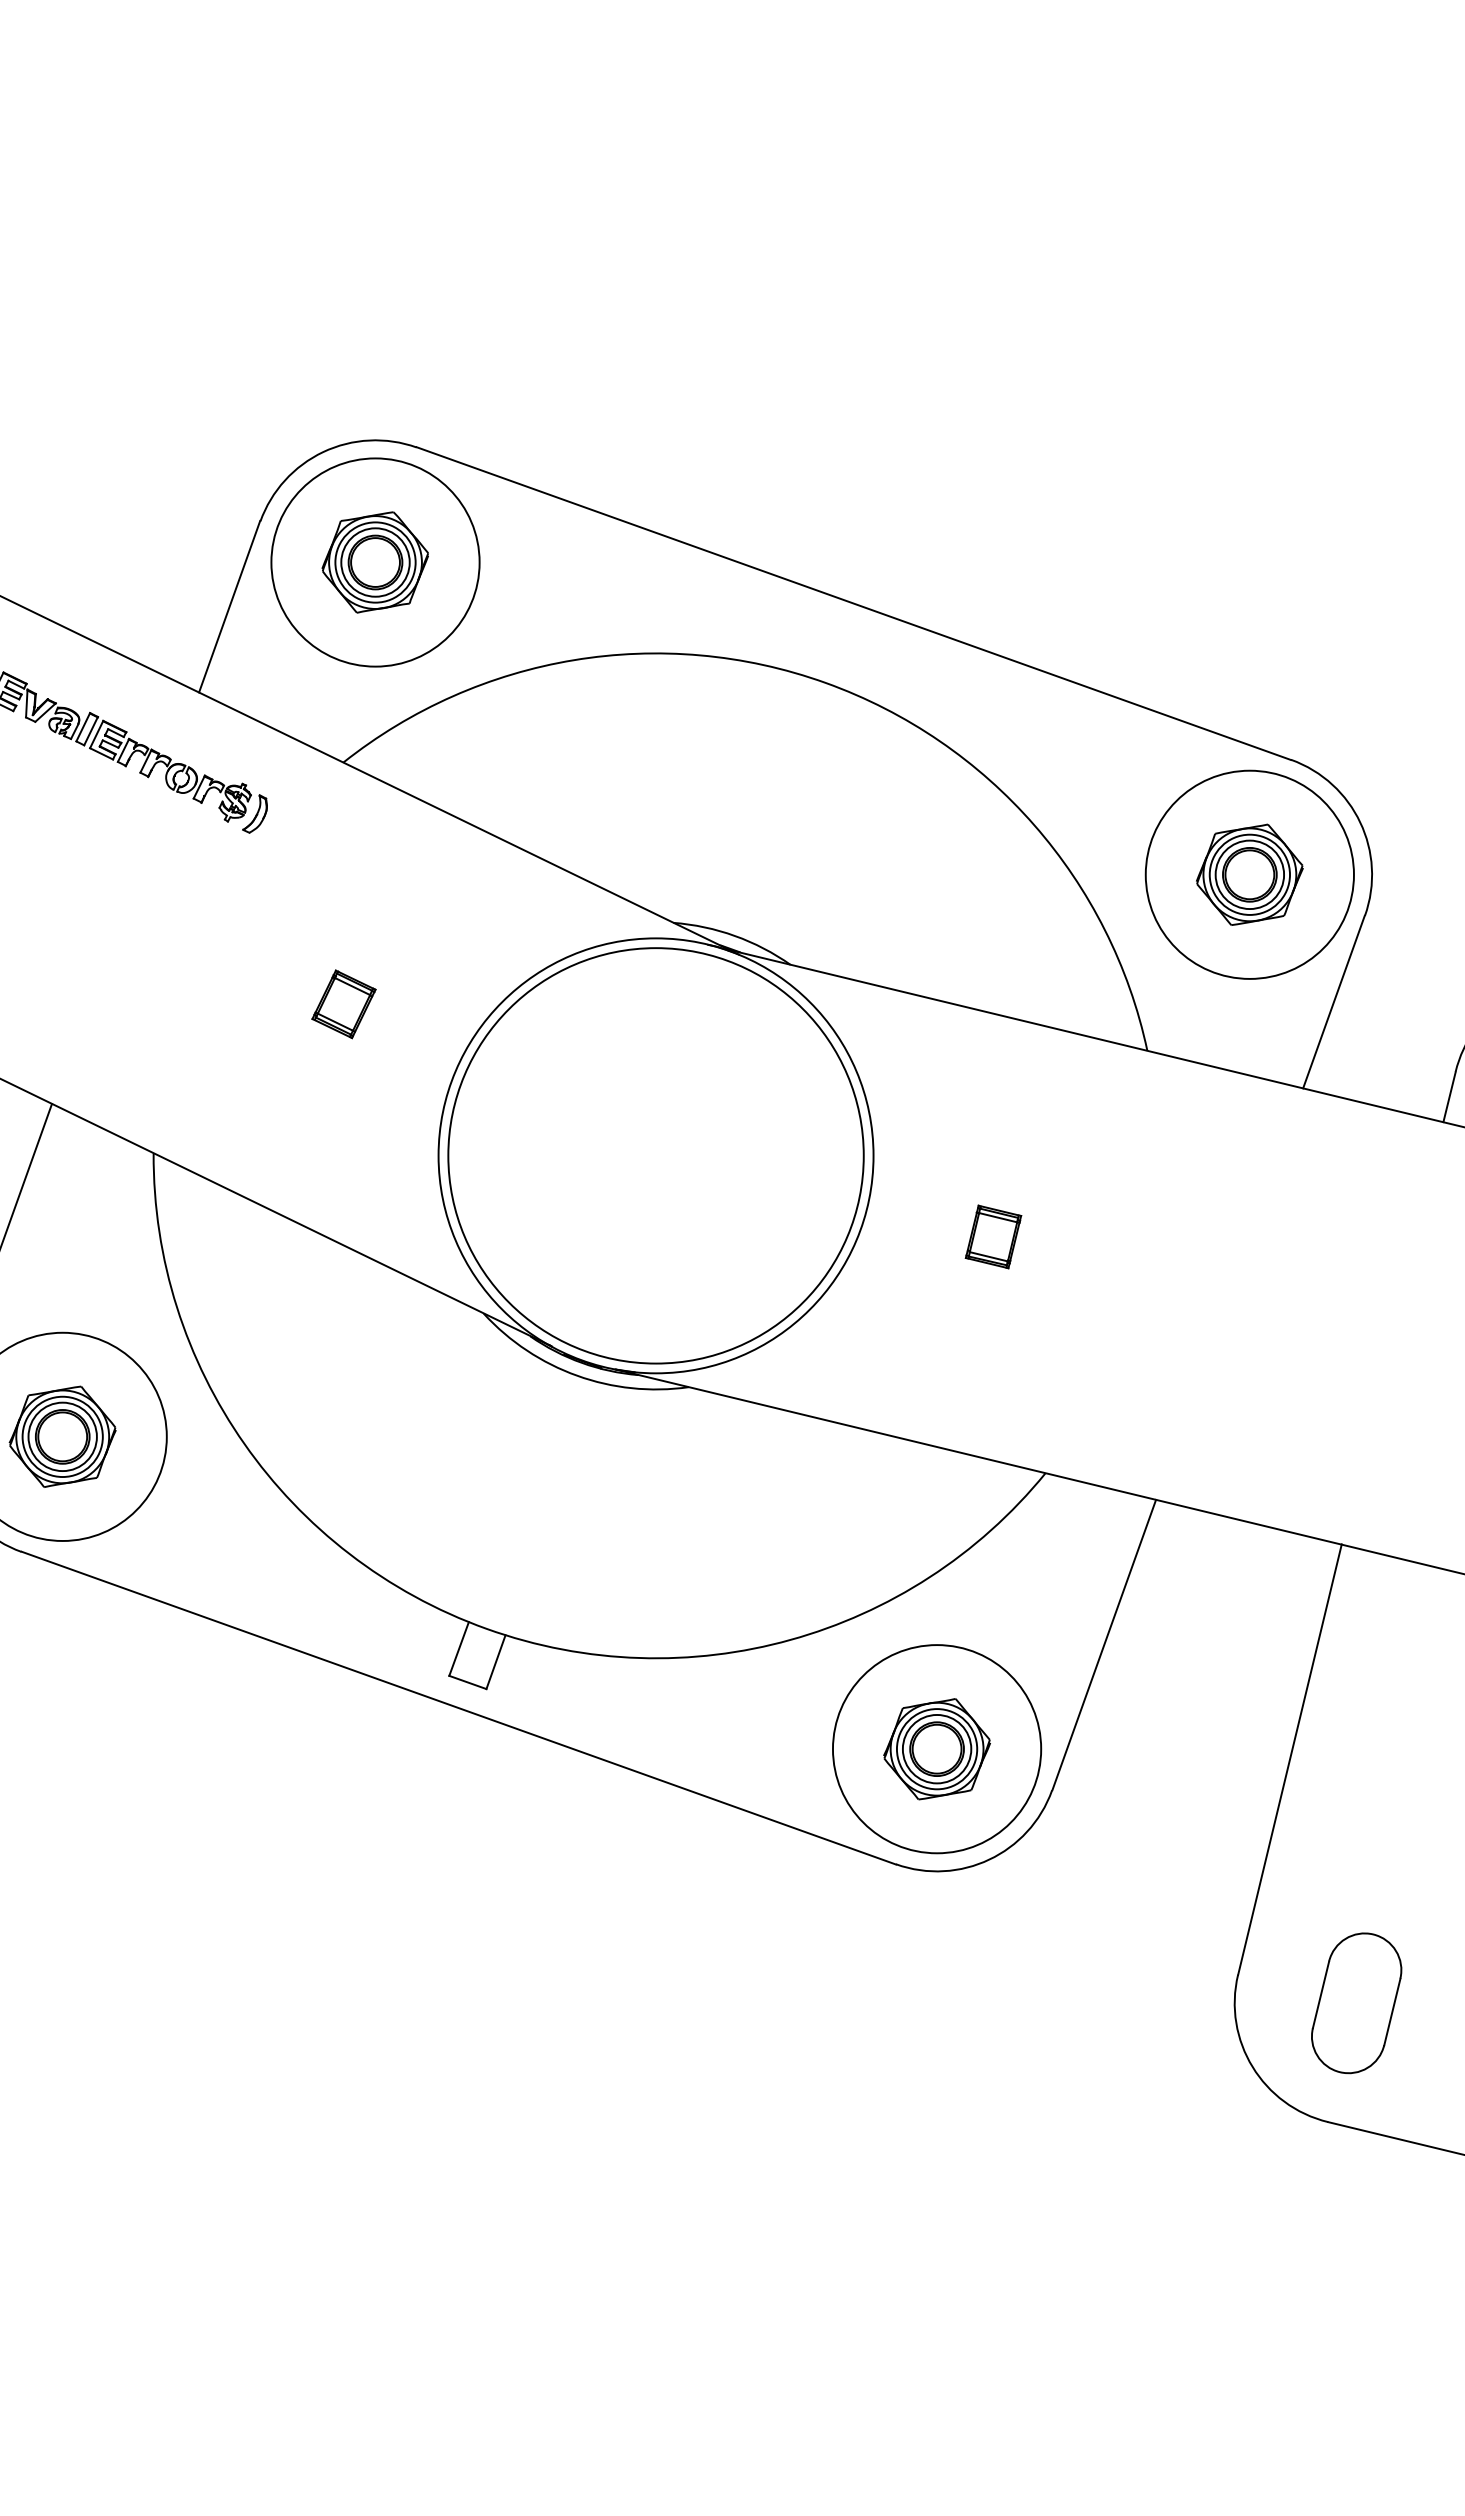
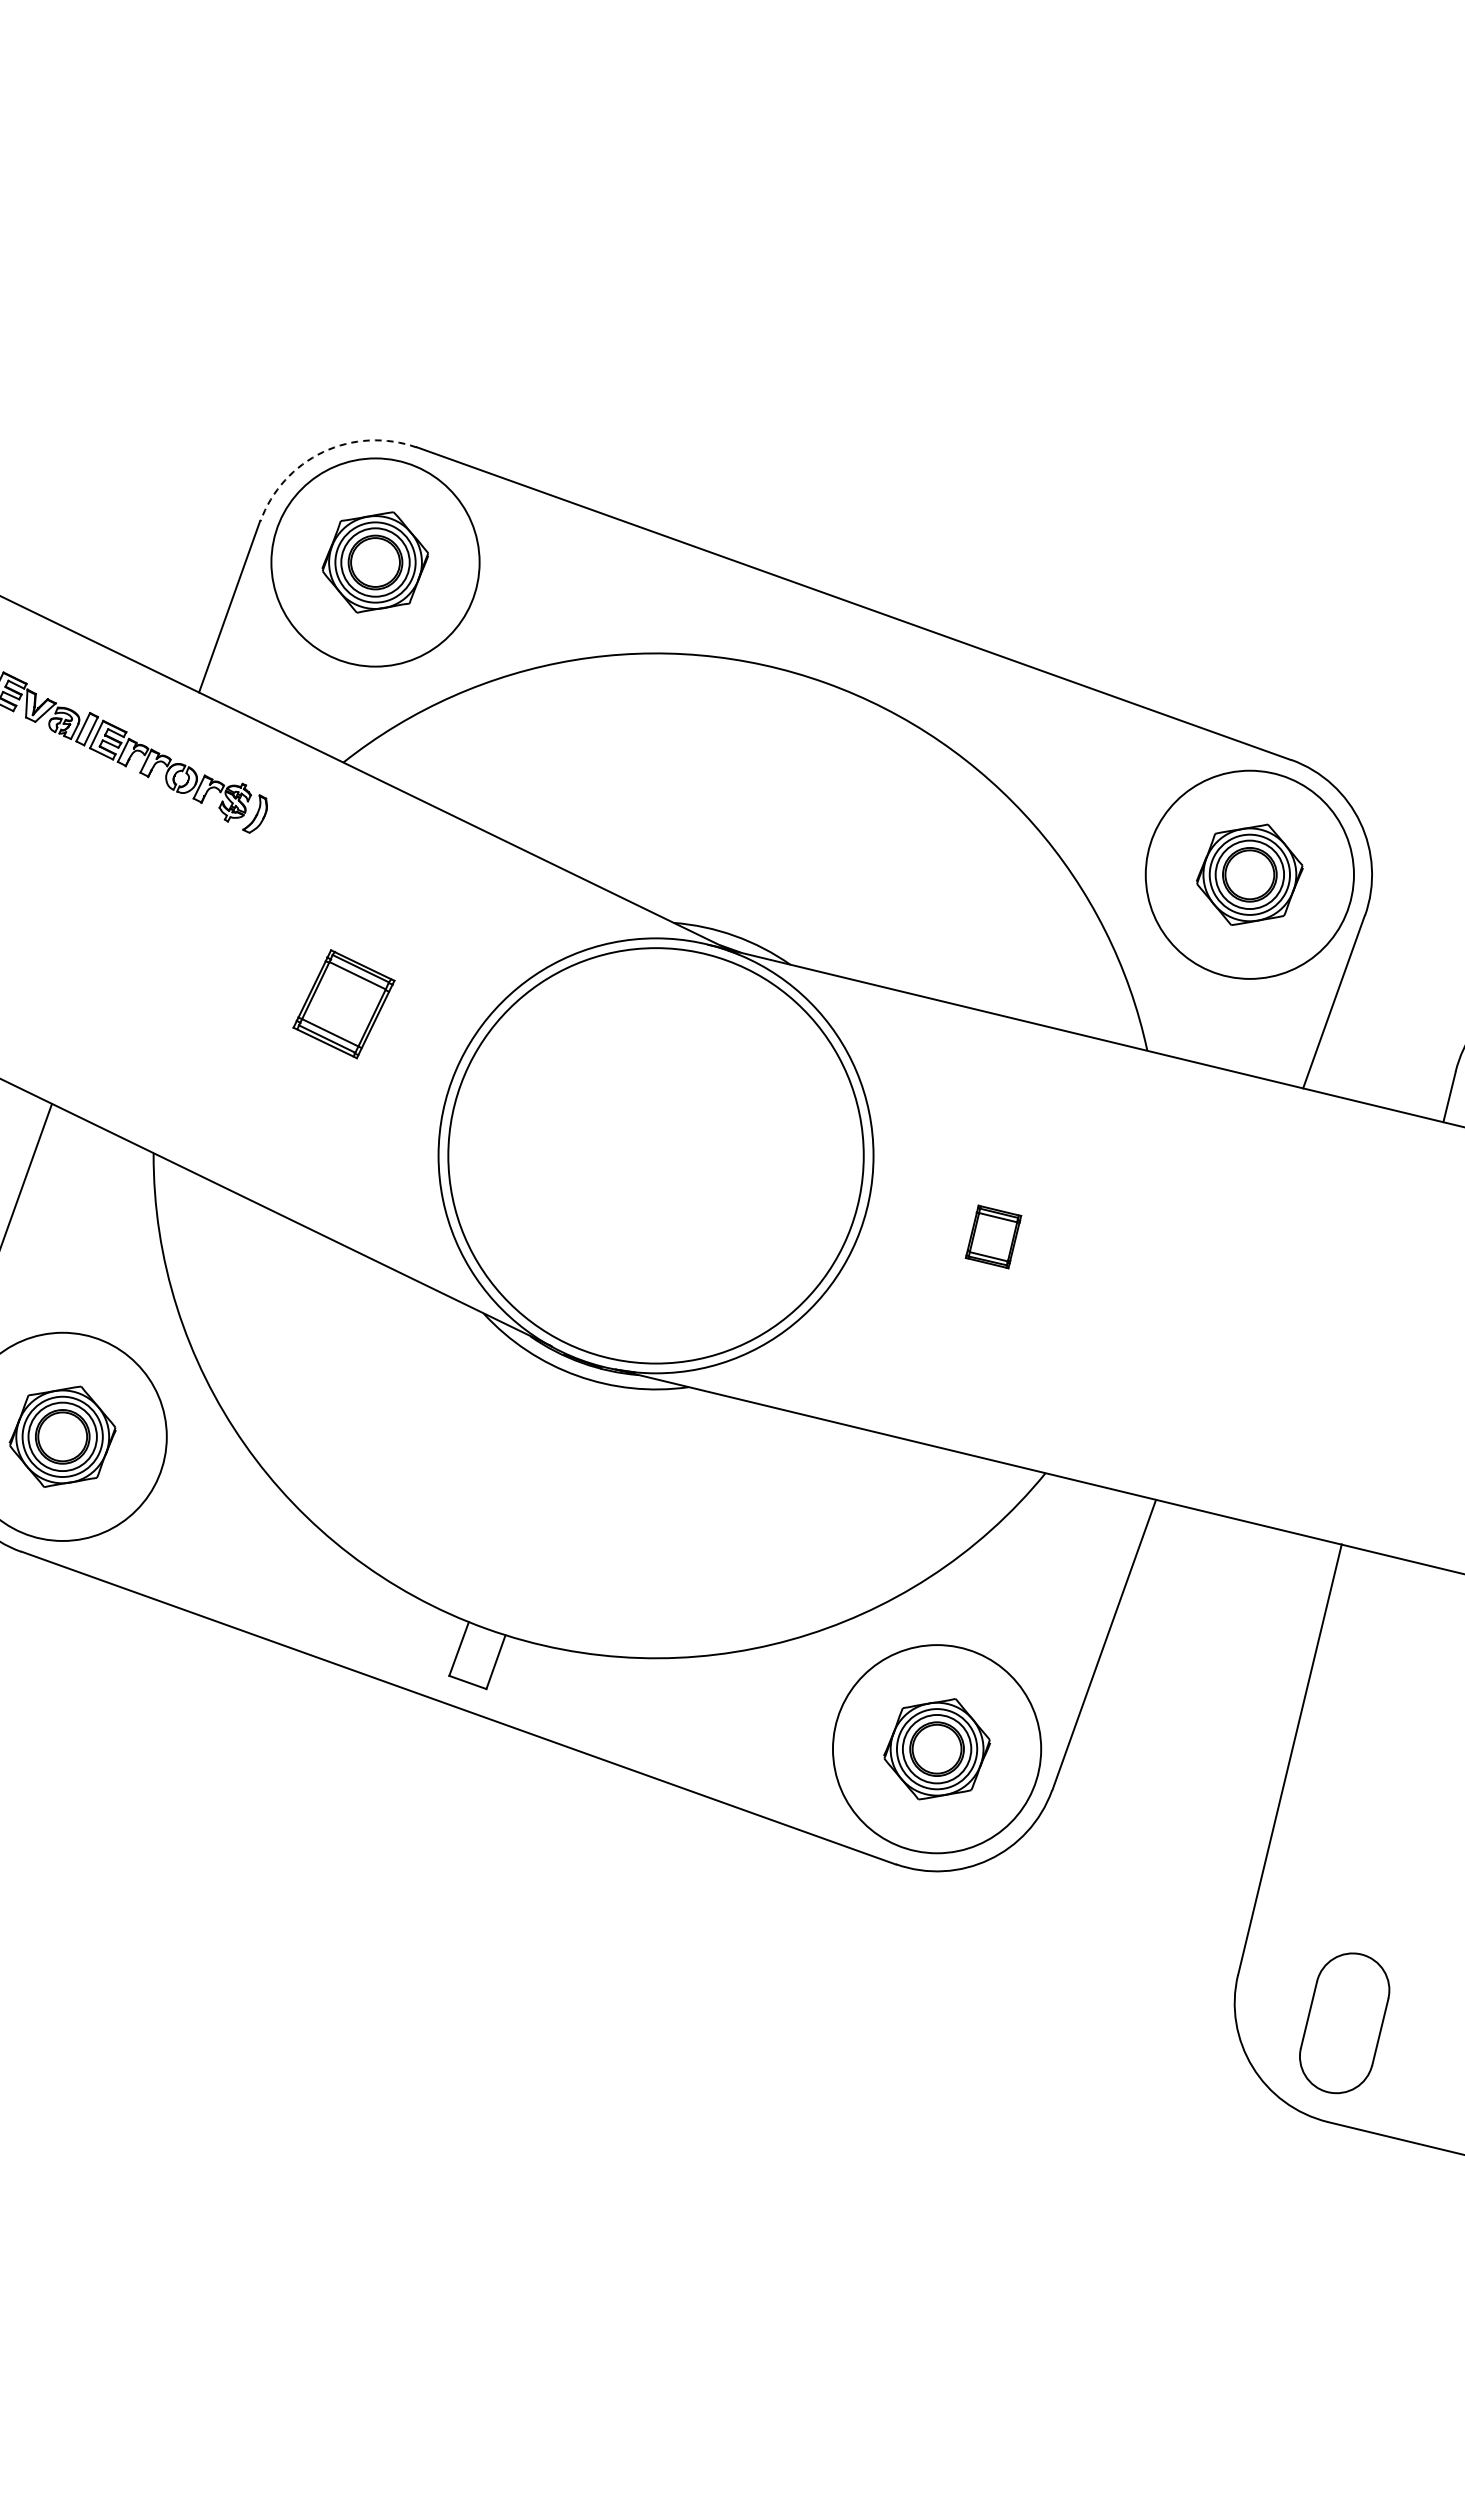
arc at (323, 452): solid -> dashed
part at (343, 1004) size: 66x71 px -> 104x111 px
part at (1356, 2003) position: (1356, 2003) -> (1344, 2023)
